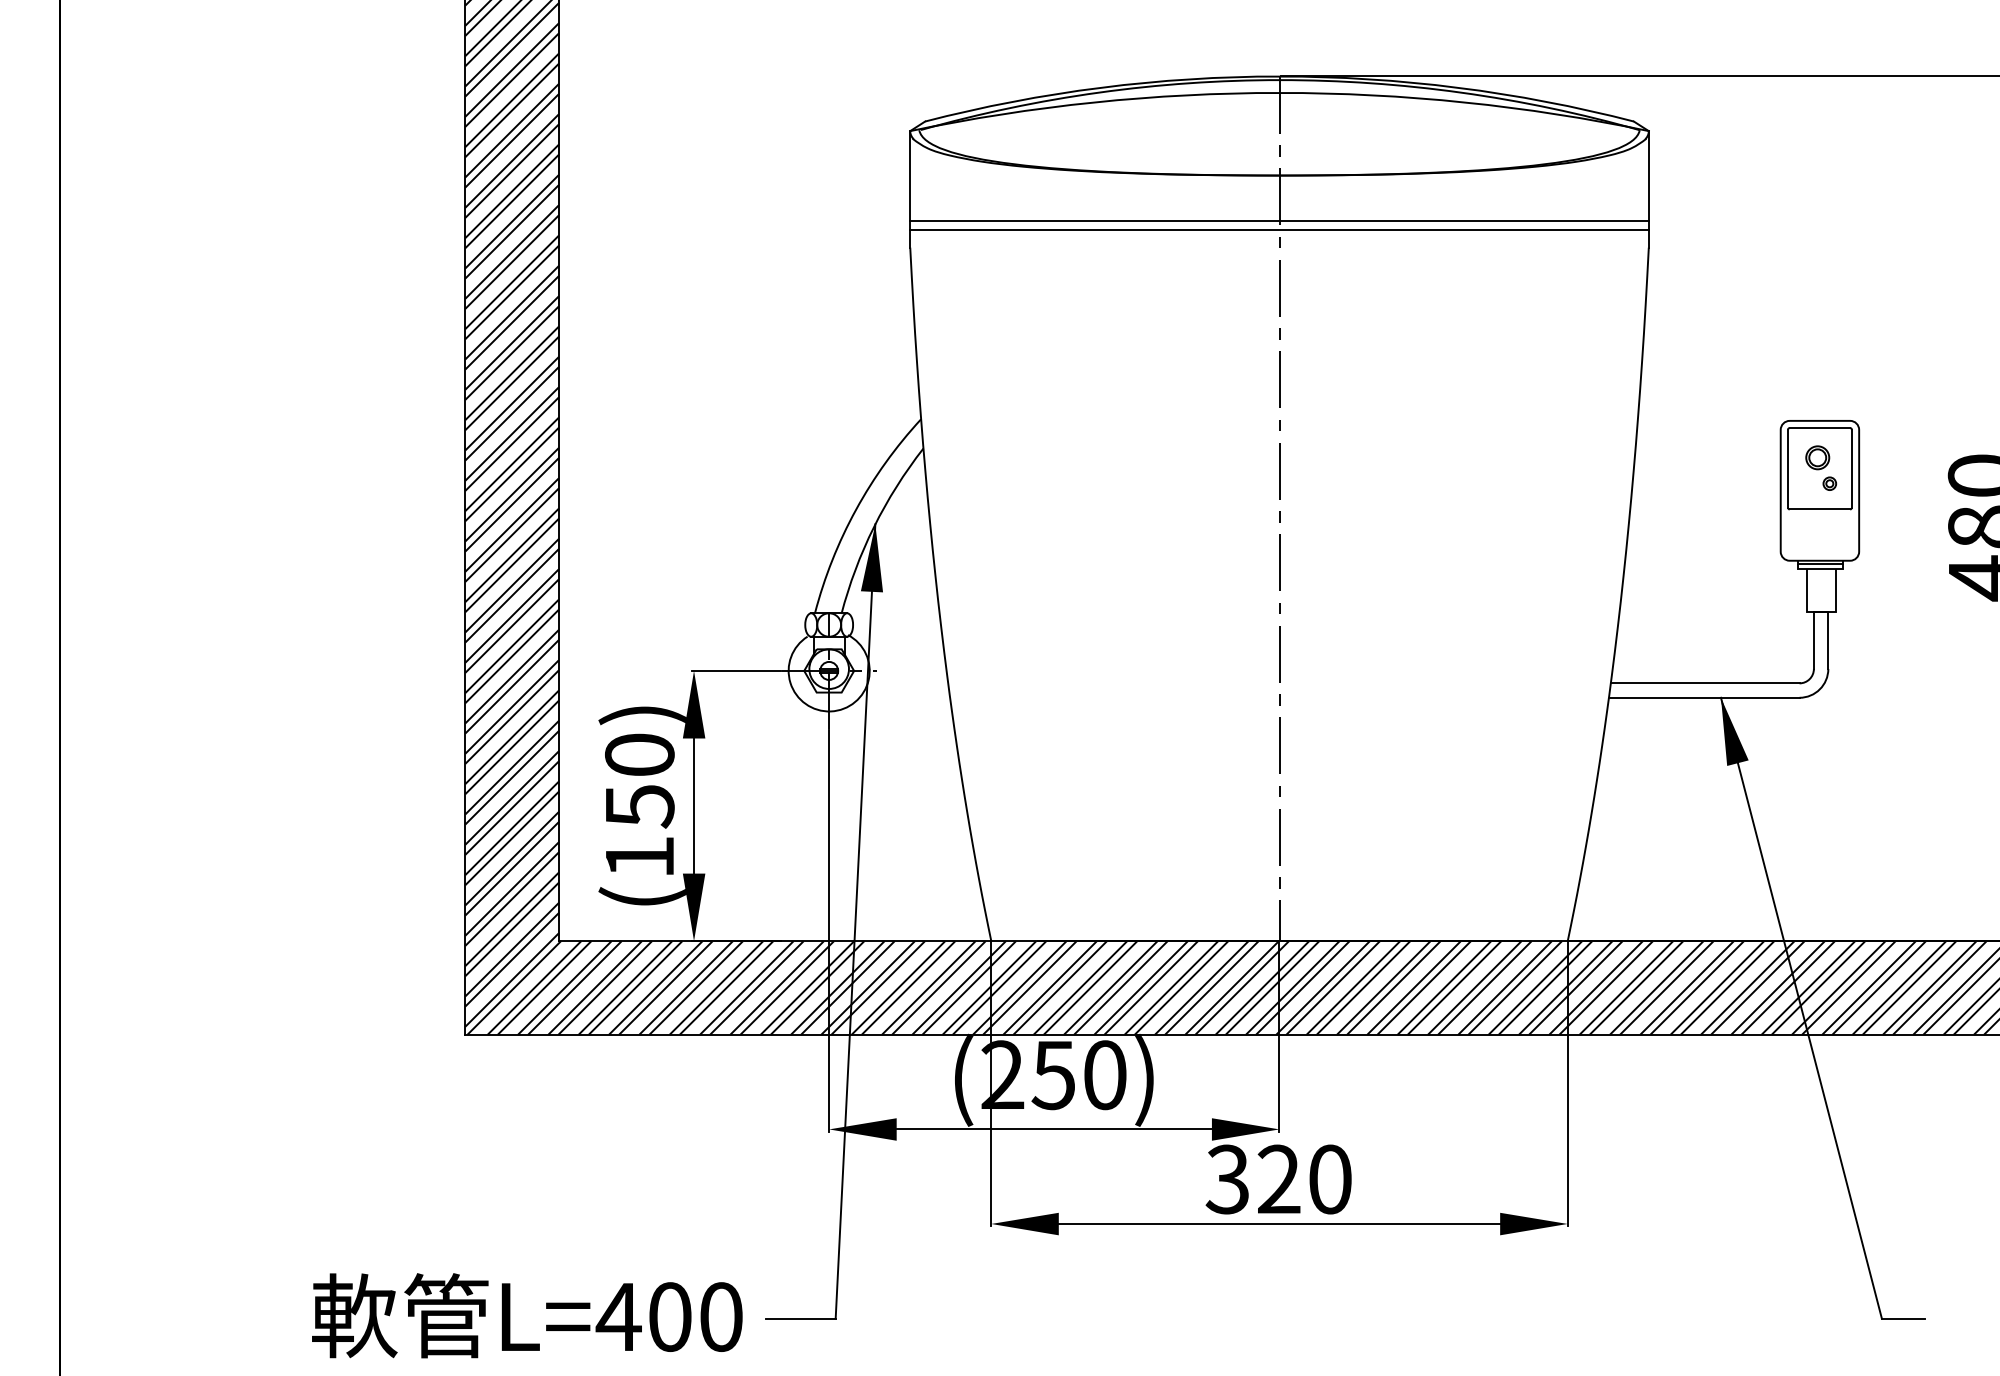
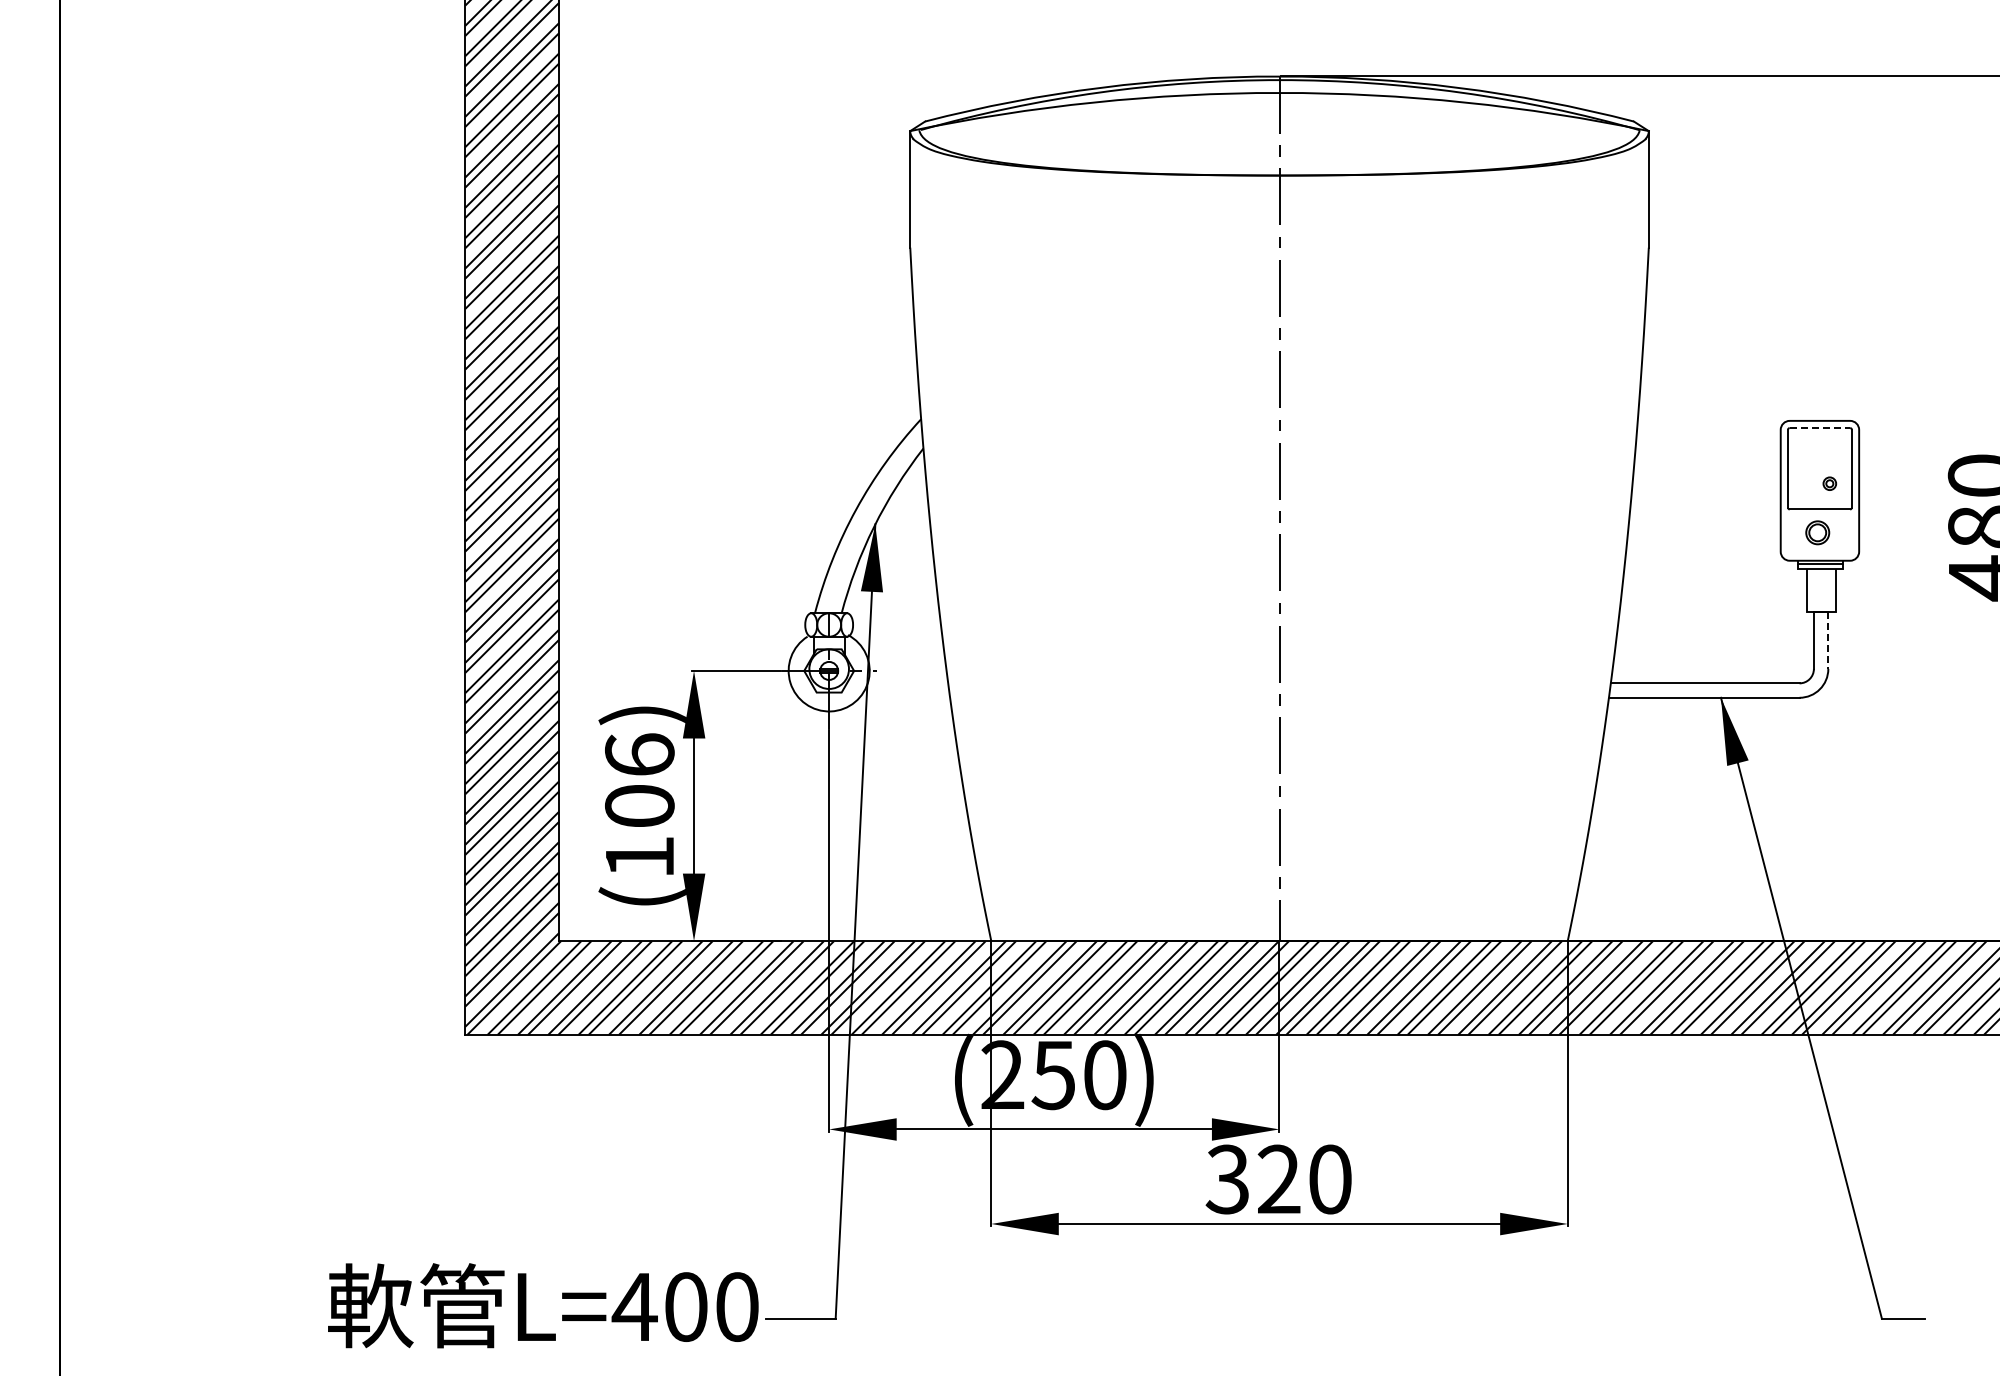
line at (1279, 220): present -> none
line at (1279, 229): present -> none
line at (1820, 428): solid -> dashed
part at (1817, 457) position: (1817, 457) -> (1817, 532)
line at (1828, 640): solid -> dashed
text at (639, 780): (150) -> (106)
text at (527, 1315) position: (527, 1315) -> (543, 1305)
